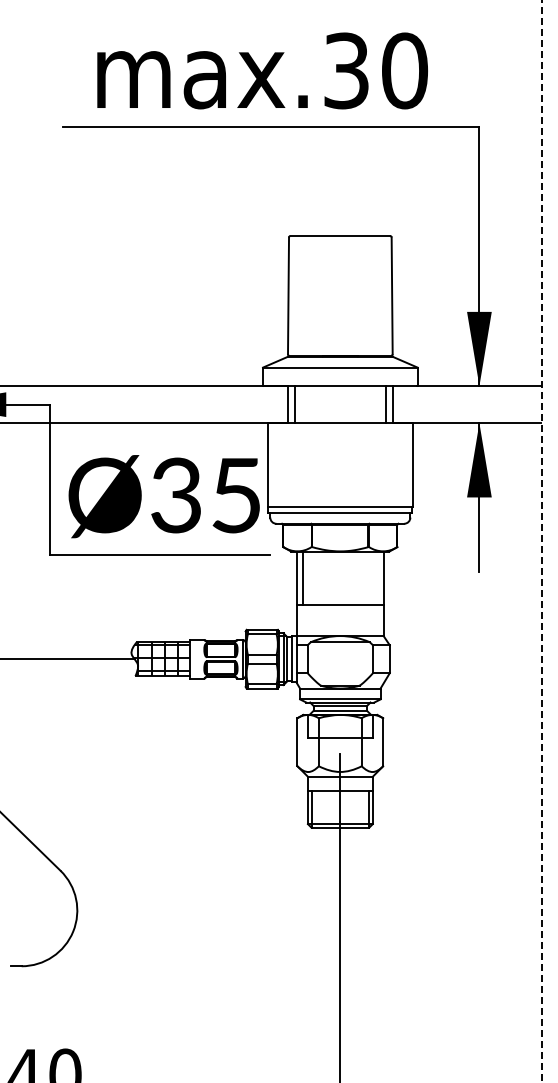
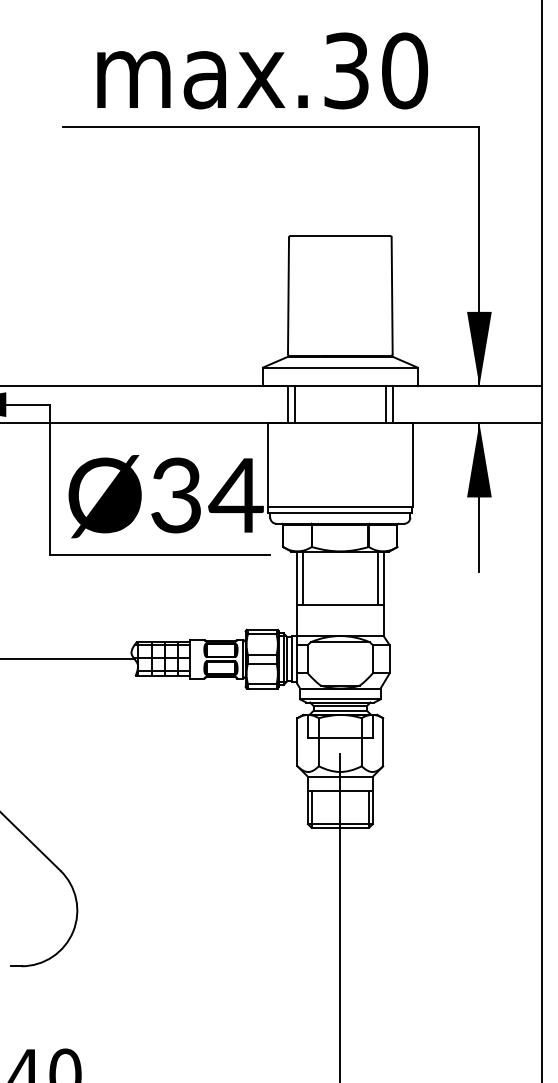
text at (235, 495): Ø35 -> Ø34
line at (541, 541): dashed -> solid
line at (377, 578): none -> present
